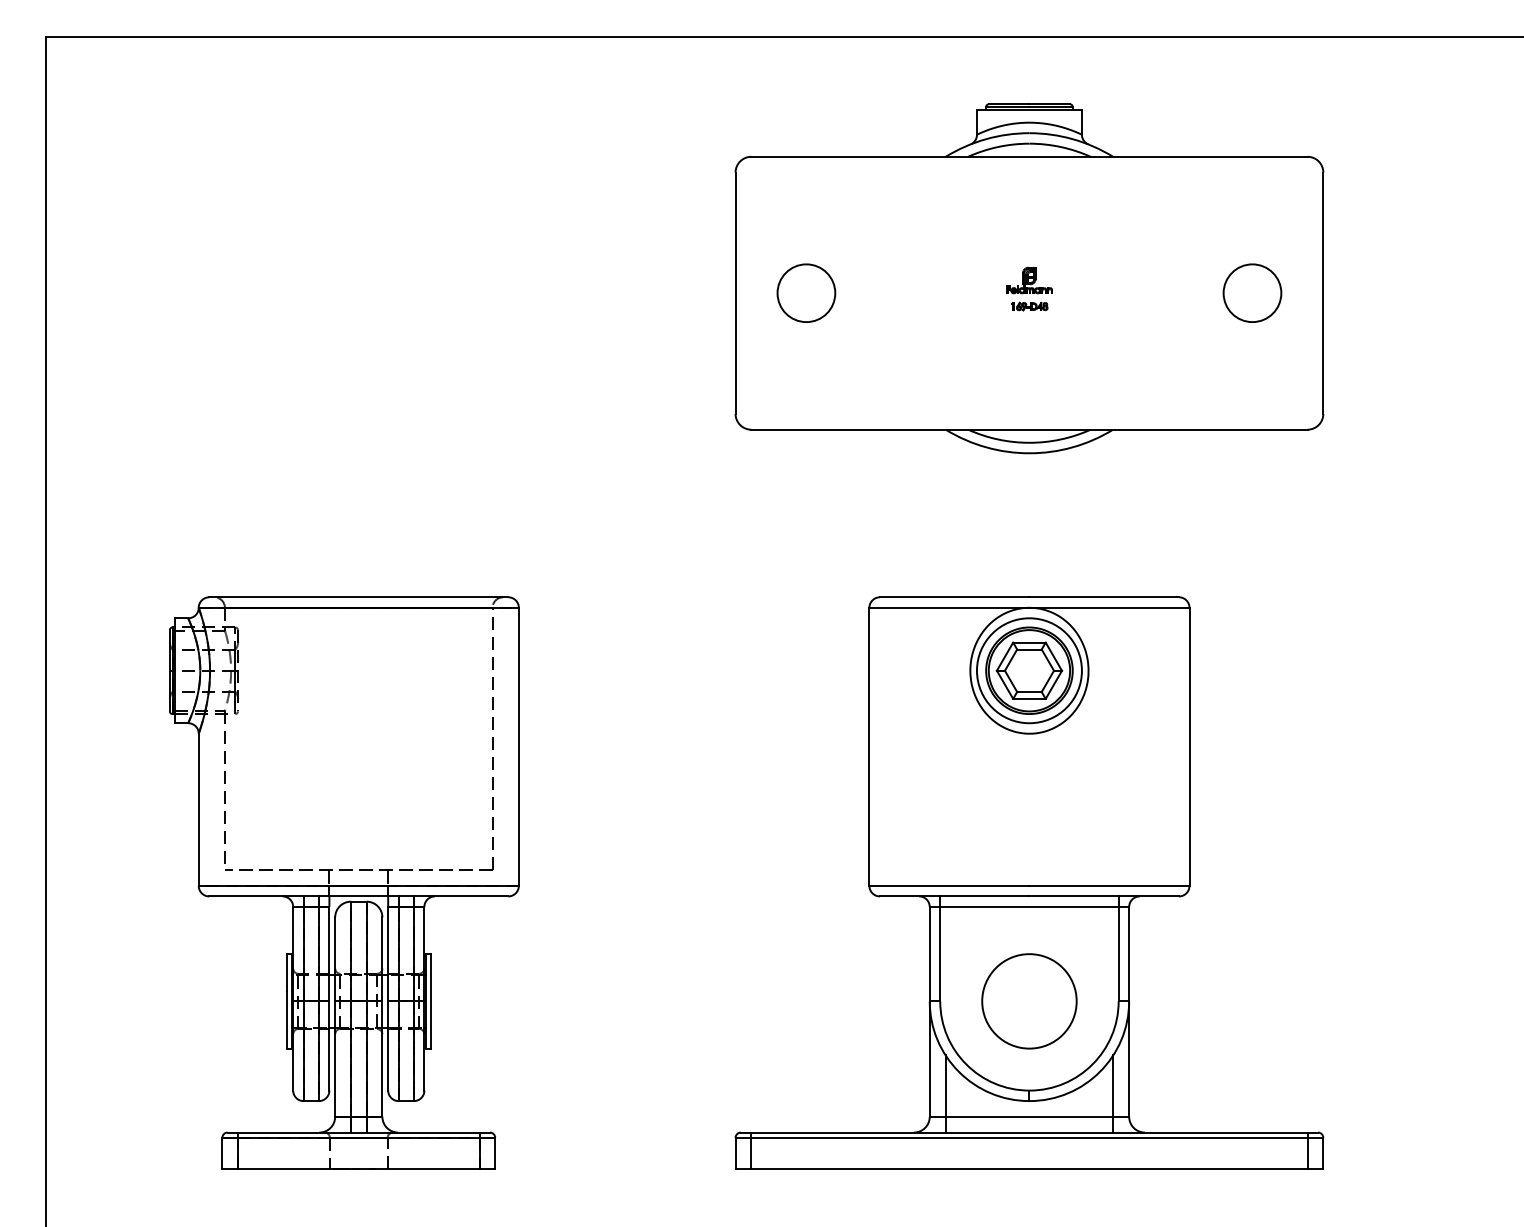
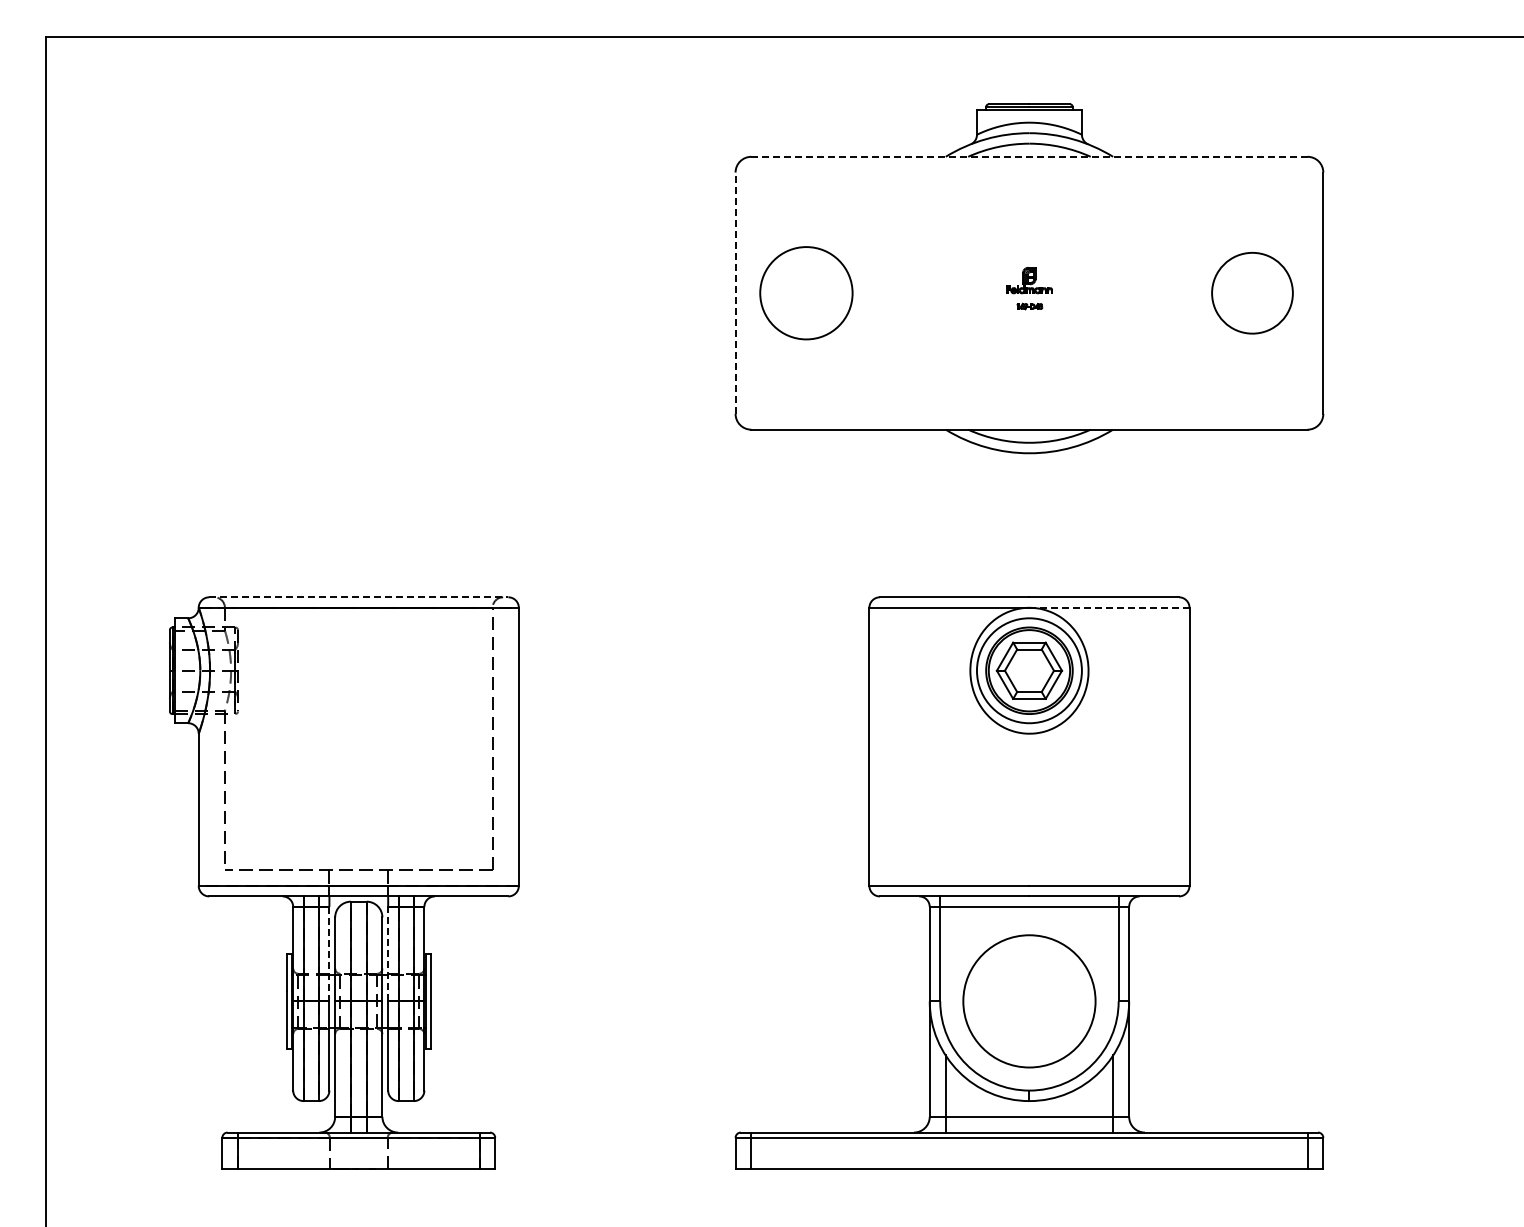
line at (1029, 156): solid -> dashed
line at (735, 293): solid -> dashed
circle at (806, 293) diameter: 58 px -> 92 px
circle at (1252, 293) diameter: 58 px -> 81 px
part at (1029, 306) size: 38x11 px -> 28x9 px
line at (358, 597): solid -> dashed
line at (1108, 607): solid -> dashed
line at (388, 953): solid -> dashed
line at (329, 954): solid -> dashed
circle at (1029, 1001) diameter: 94 px -> 132 px
